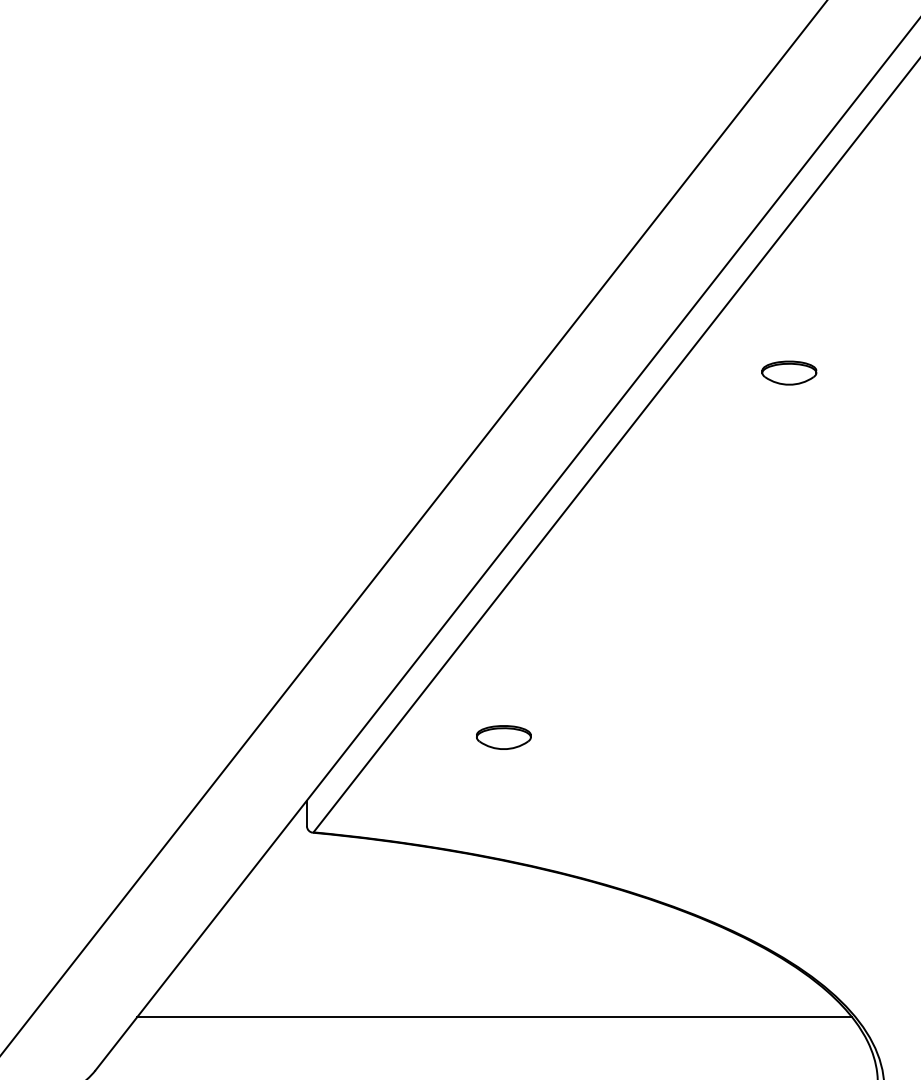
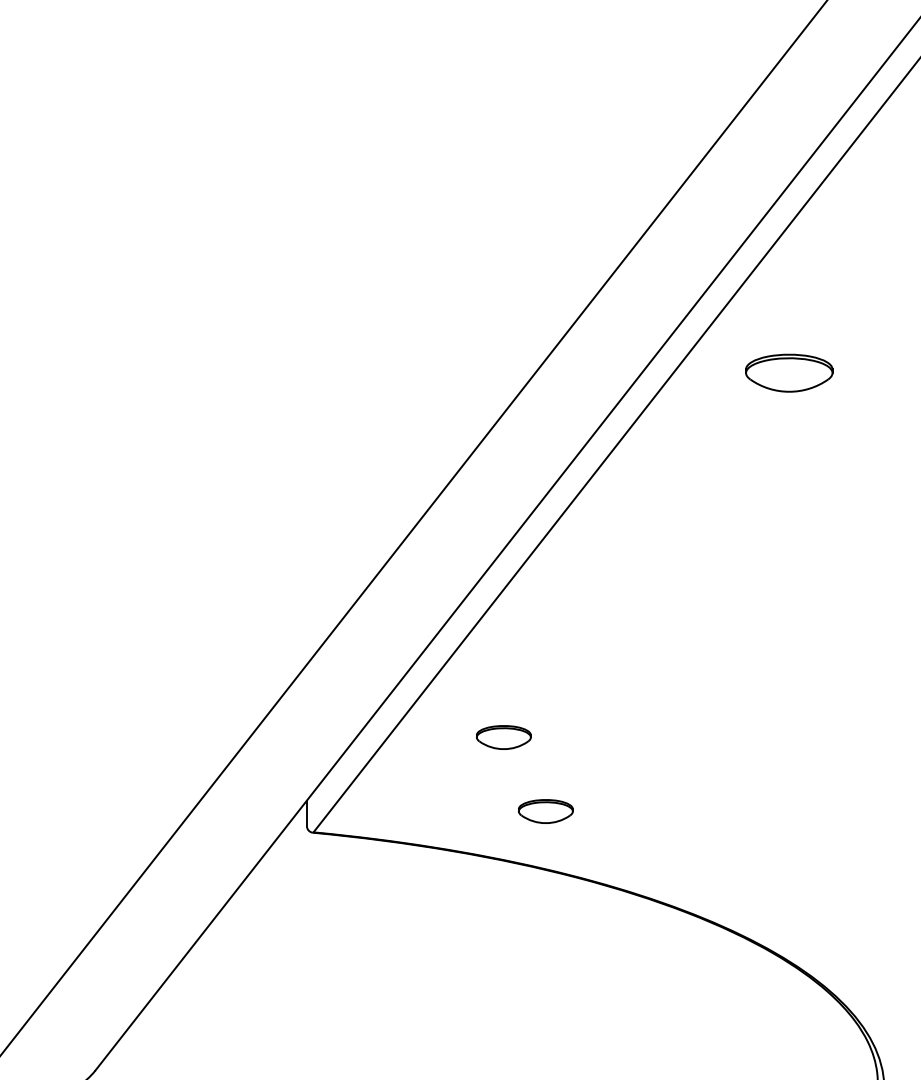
part at (789, 372) size: 57x26 px -> 89x40 px
part at (545, 811): none -> present
line at (494, 1017): present -> none
